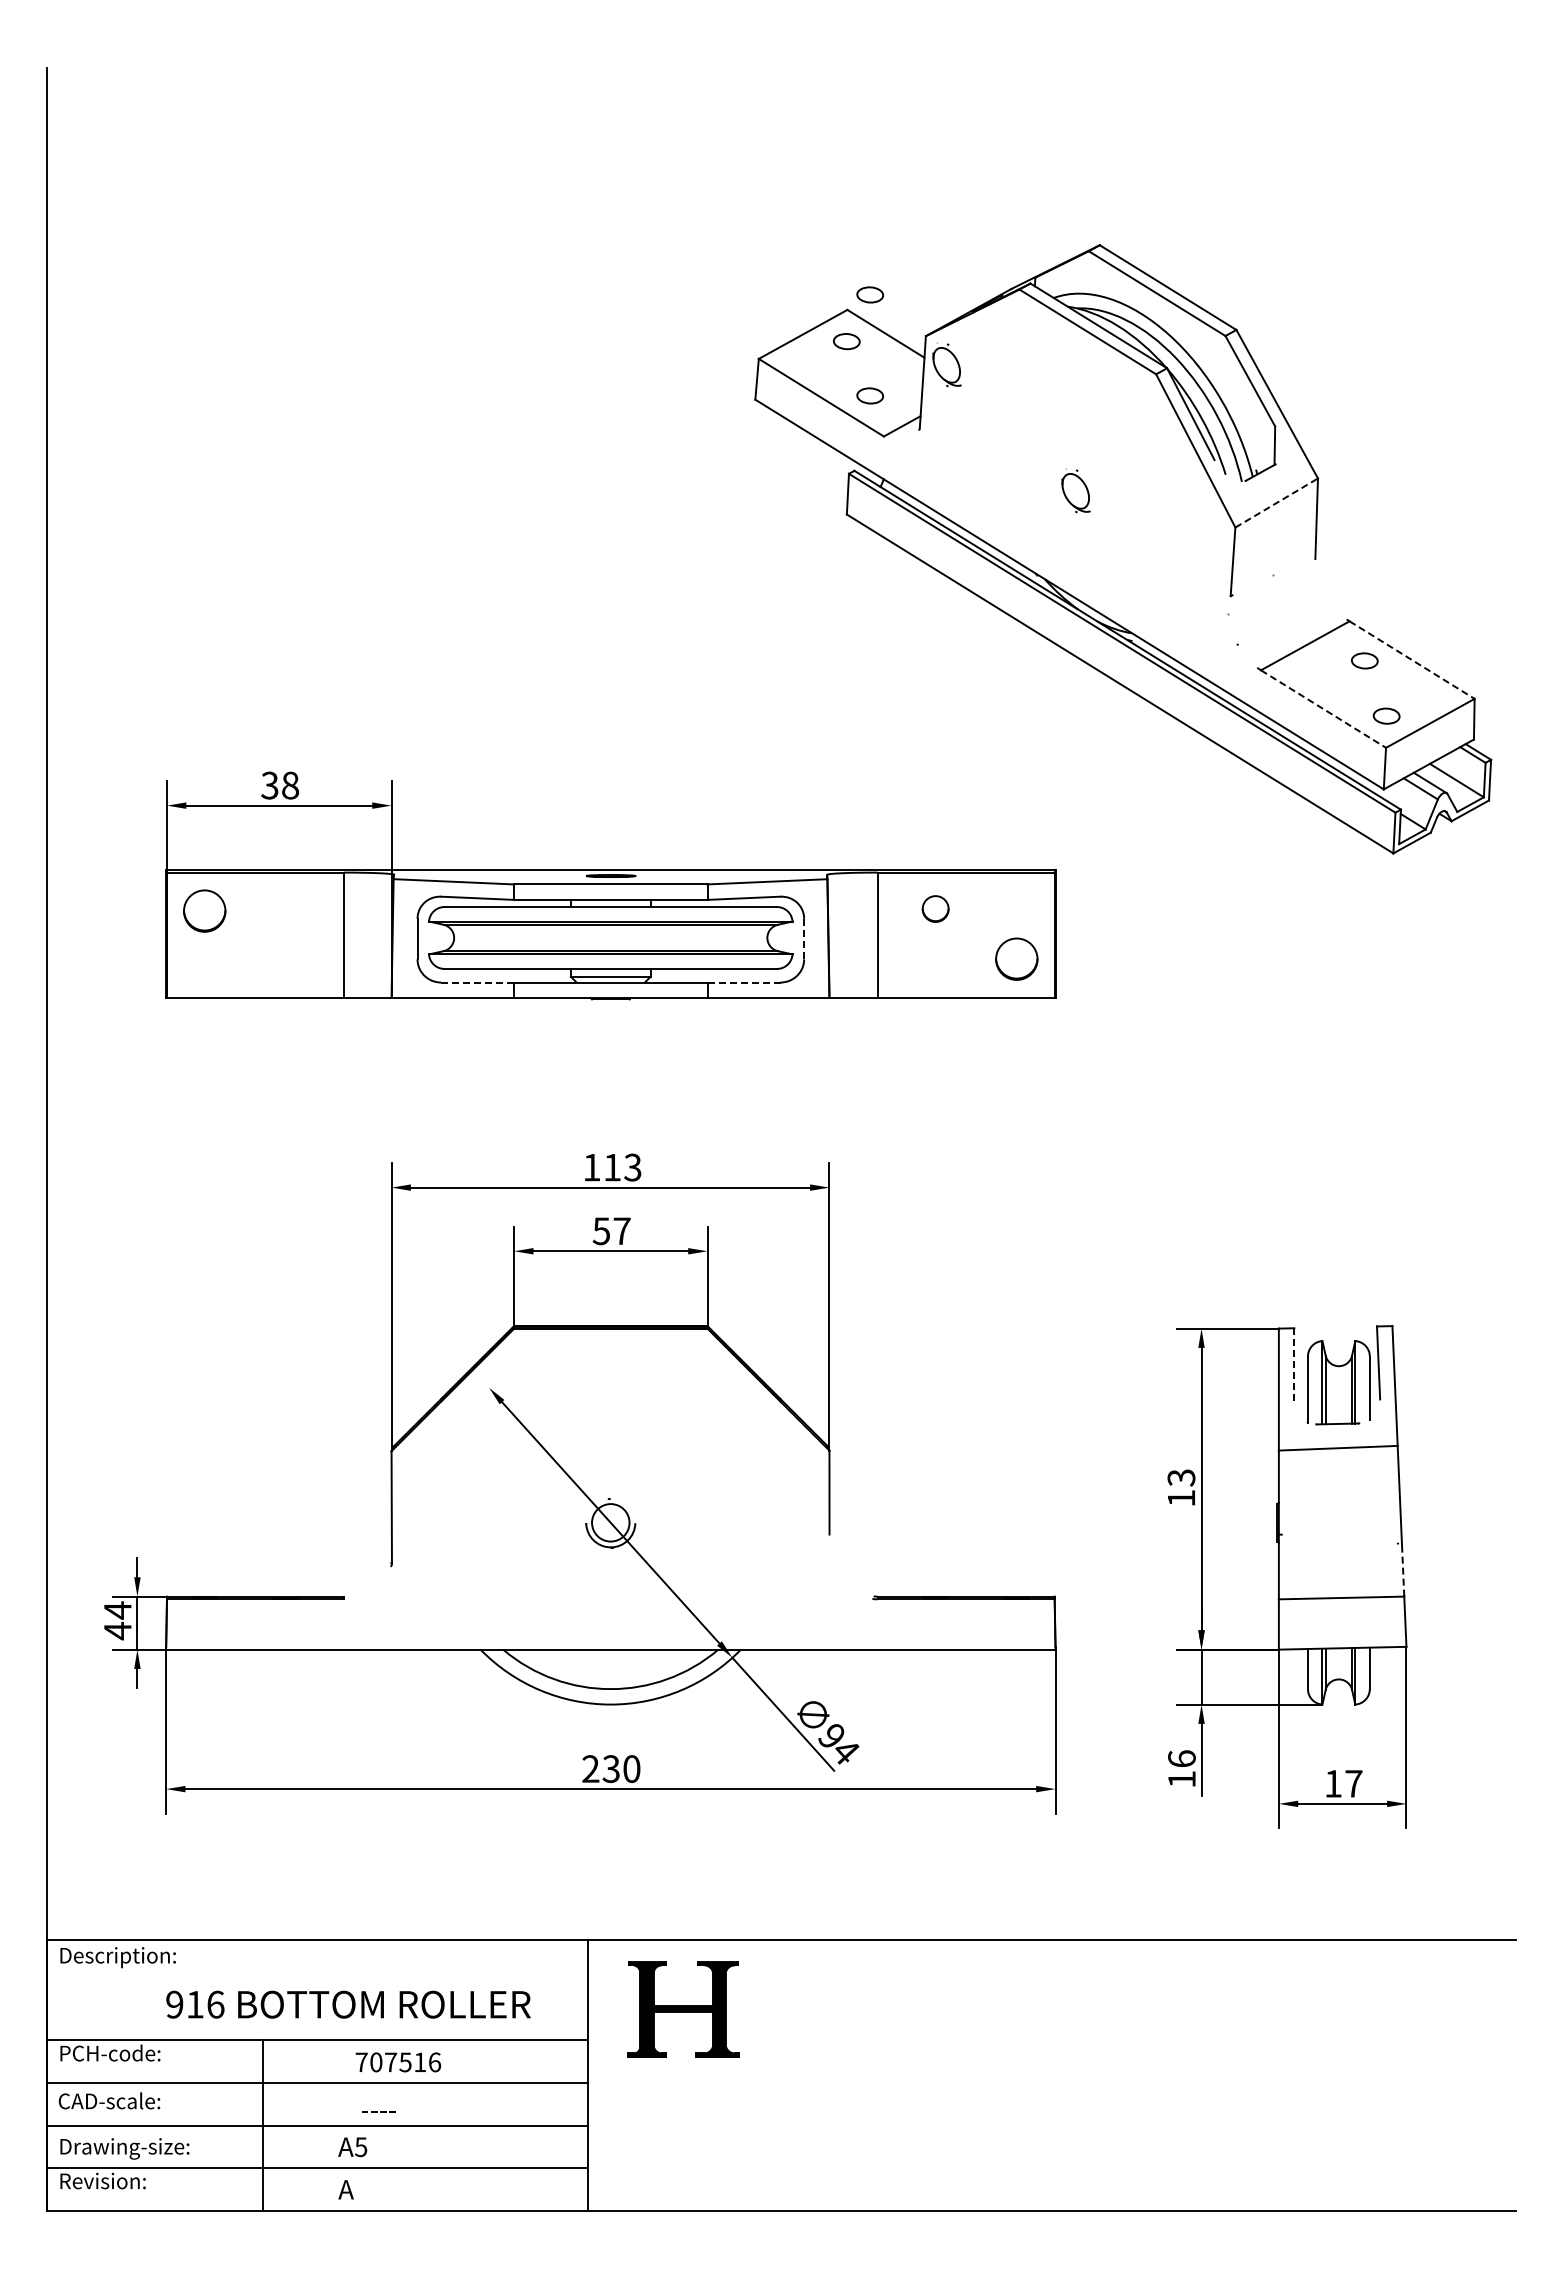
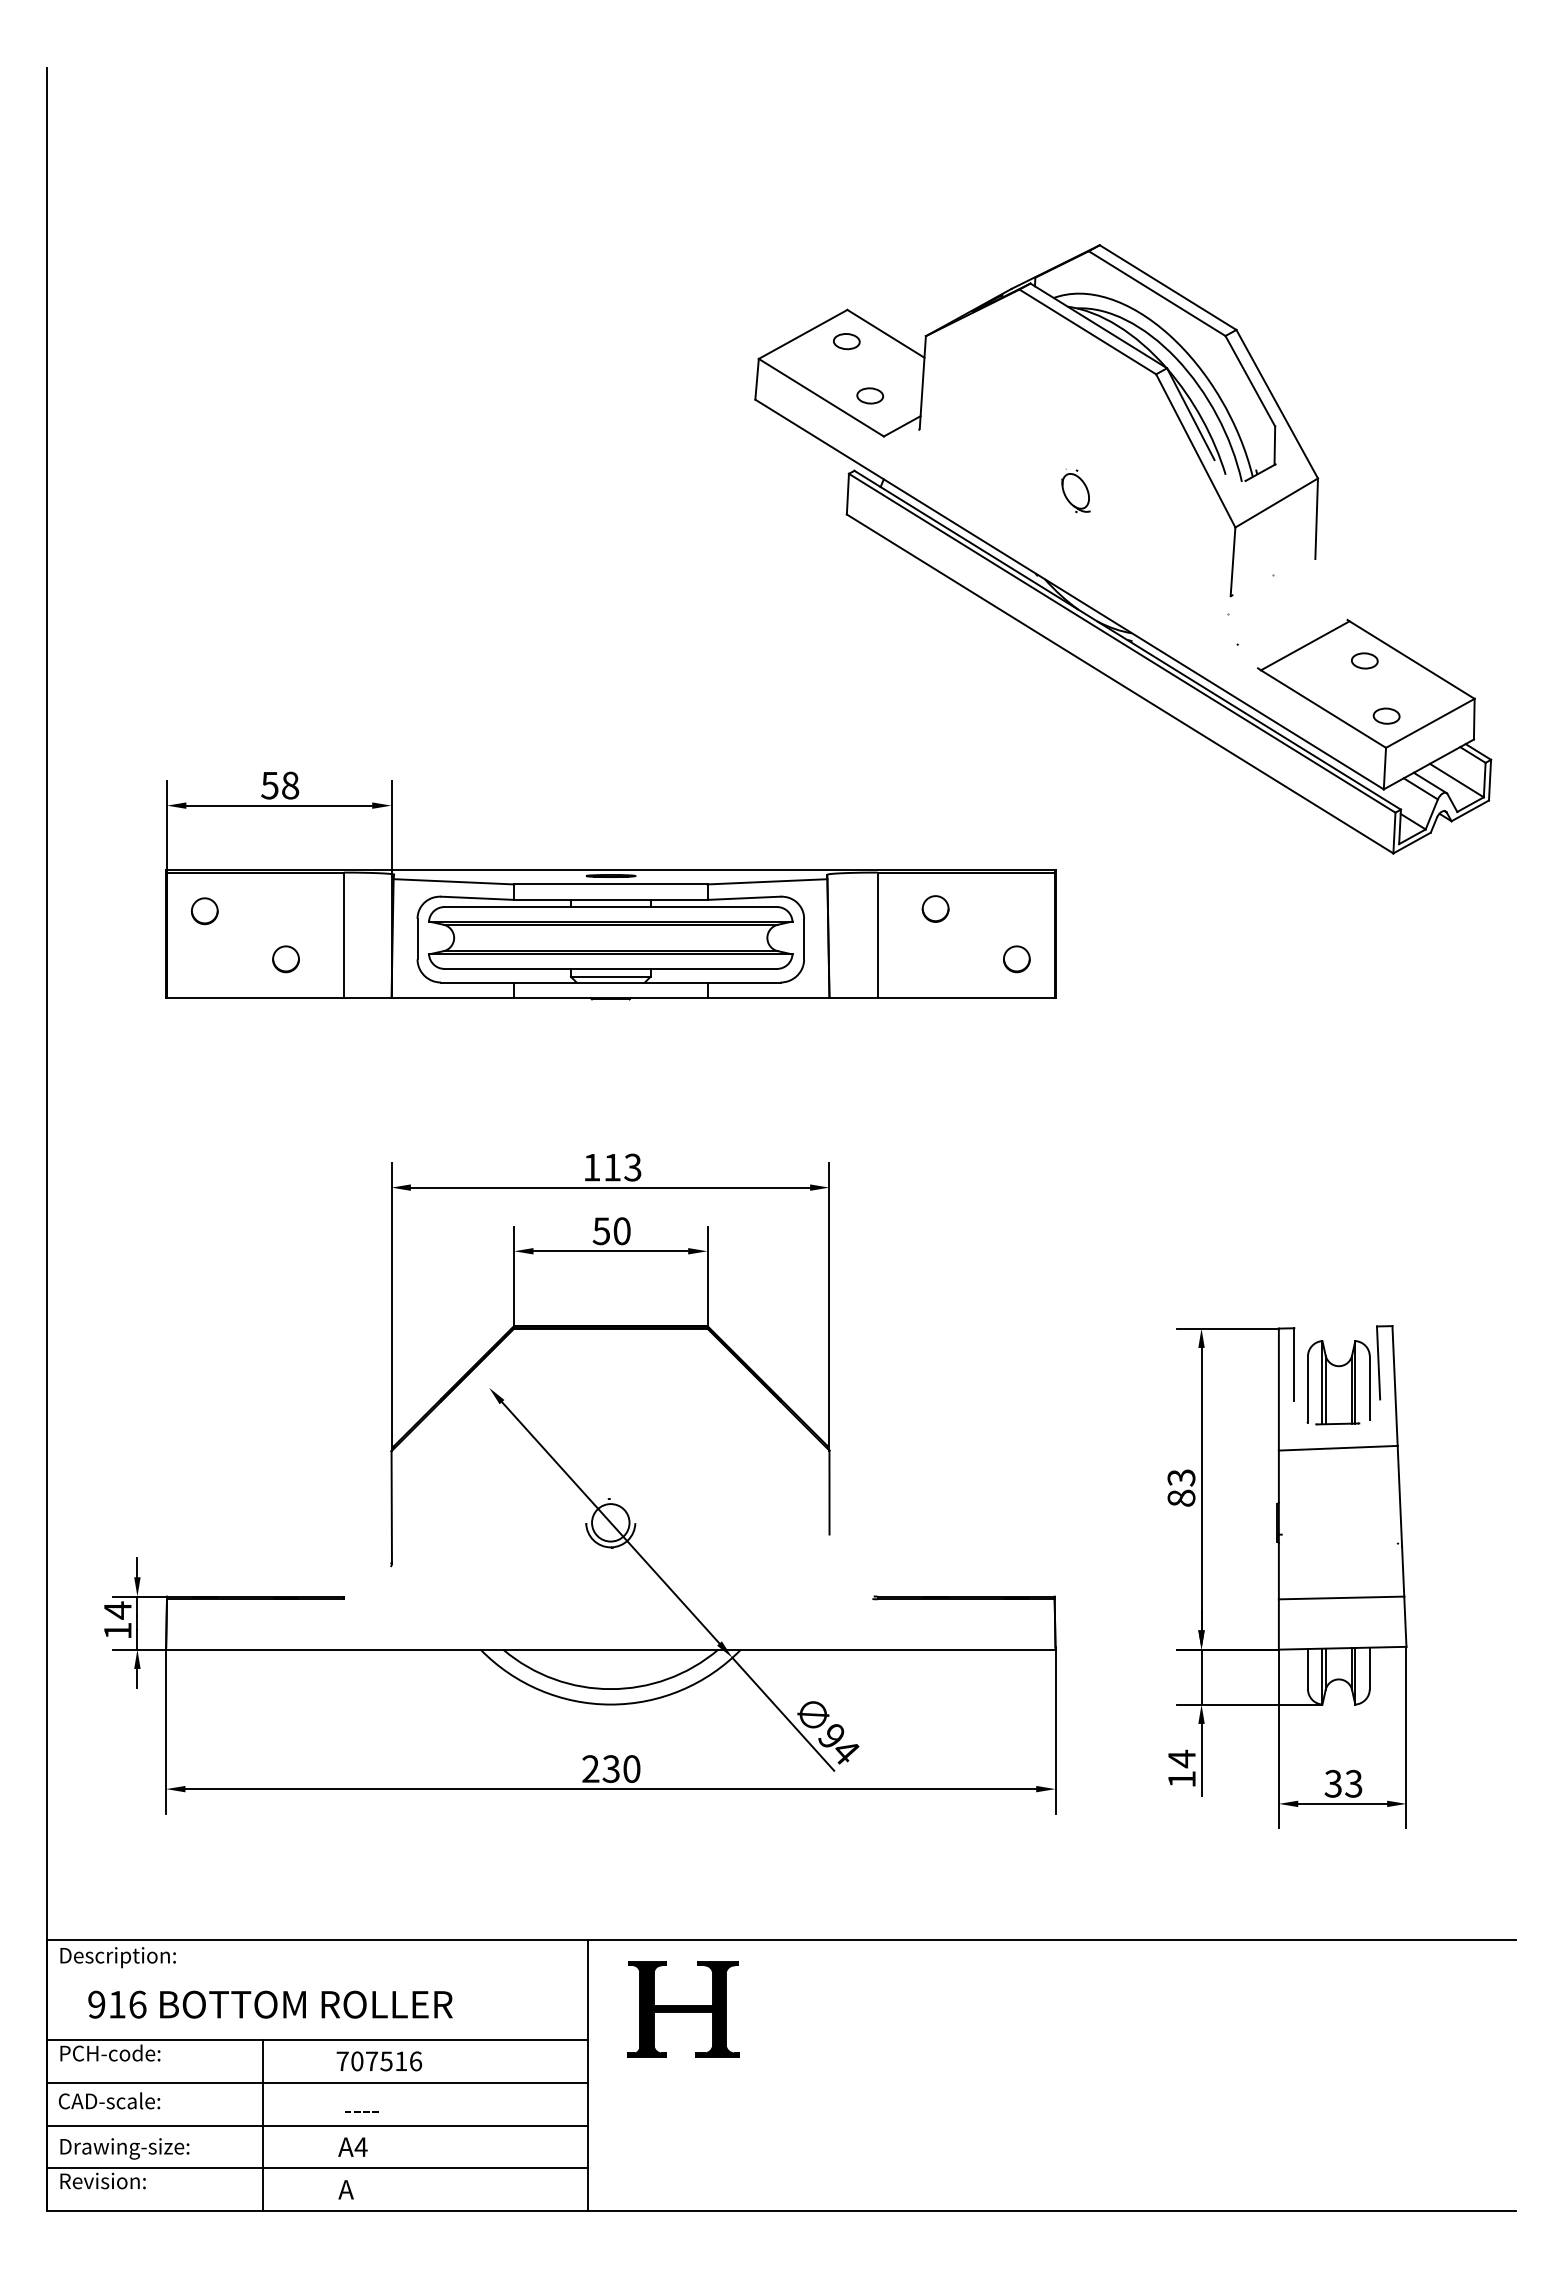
part at (870, 294): present -> none
part at (946, 364): present -> none
line at (1277, 502): dashed -> solid
line at (1412, 660): dashed -> solid
line at (1323, 709): dashed -> solid
text at (269, 785): 38 -> 58
part at (204, 910) size: 44x44 px -> 28x29 px
line at (804, 939): dashed -> solid
part at (1016, 958) size: 44x44 px -> 28x29 px
part at (285, 959): none -> present
line at (477, 982): dashed -> solid
line at (744, 982): dashed -> solid
text at (621, 1231): 57 -> 50
line at (1294, 1364): dashed -> solid
text at (1181, 1497): 13 -> 83
line at (1403, 1571): dashed -> solid
text at (117, 1630): 44 -> 14
text at (1181, 1758): 16 -> 14
text at (1343, 1783): 17 -> 33
text at (348, 2004) position: (348, 2004) -> (270, 2004)
text at (398, 2062) position: (398, 2062) -> (379, 2061)
text at (378, 2111) position: (378, 2111) -> (361, 2111)
text at (360, 2147): A5 -> A4
